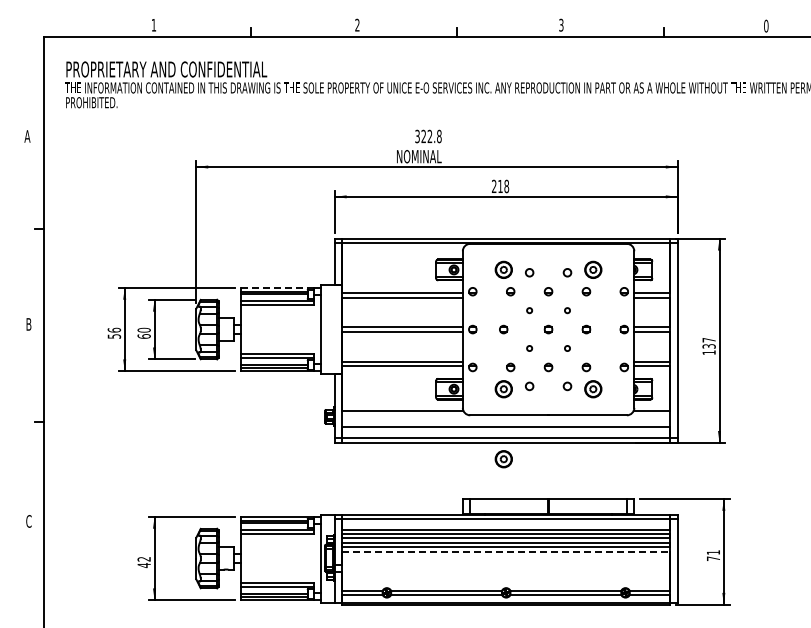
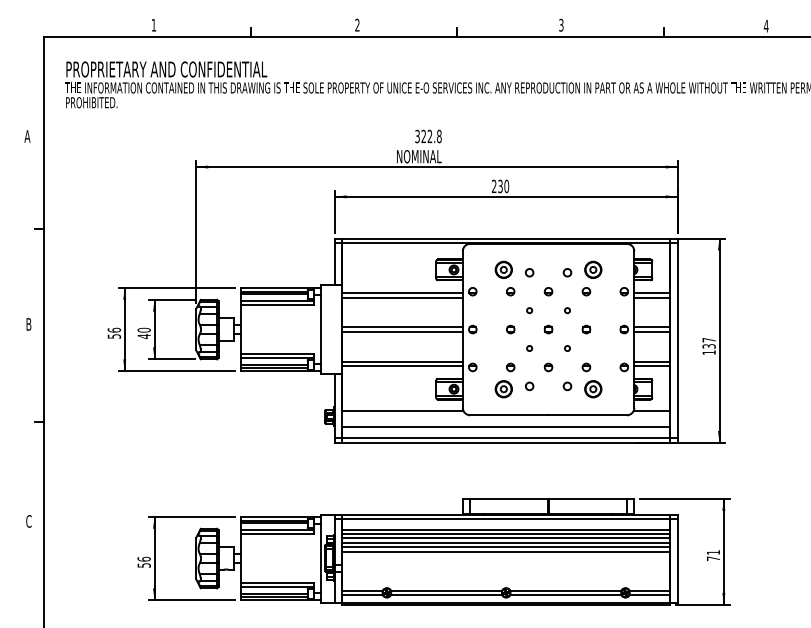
text at (765, 25): 0 -> 4
text at (503, 186): 218 -> 230
line at (277, 287): dashed -> solid
part at (503, 329) position: (503, 329) -> (510, 329)
text at (143, 336): 60 -> 40
part at (503, 459): present -> none
line at (506, 551): dashed -> solid
text at (143, 562): 42 -> 56
